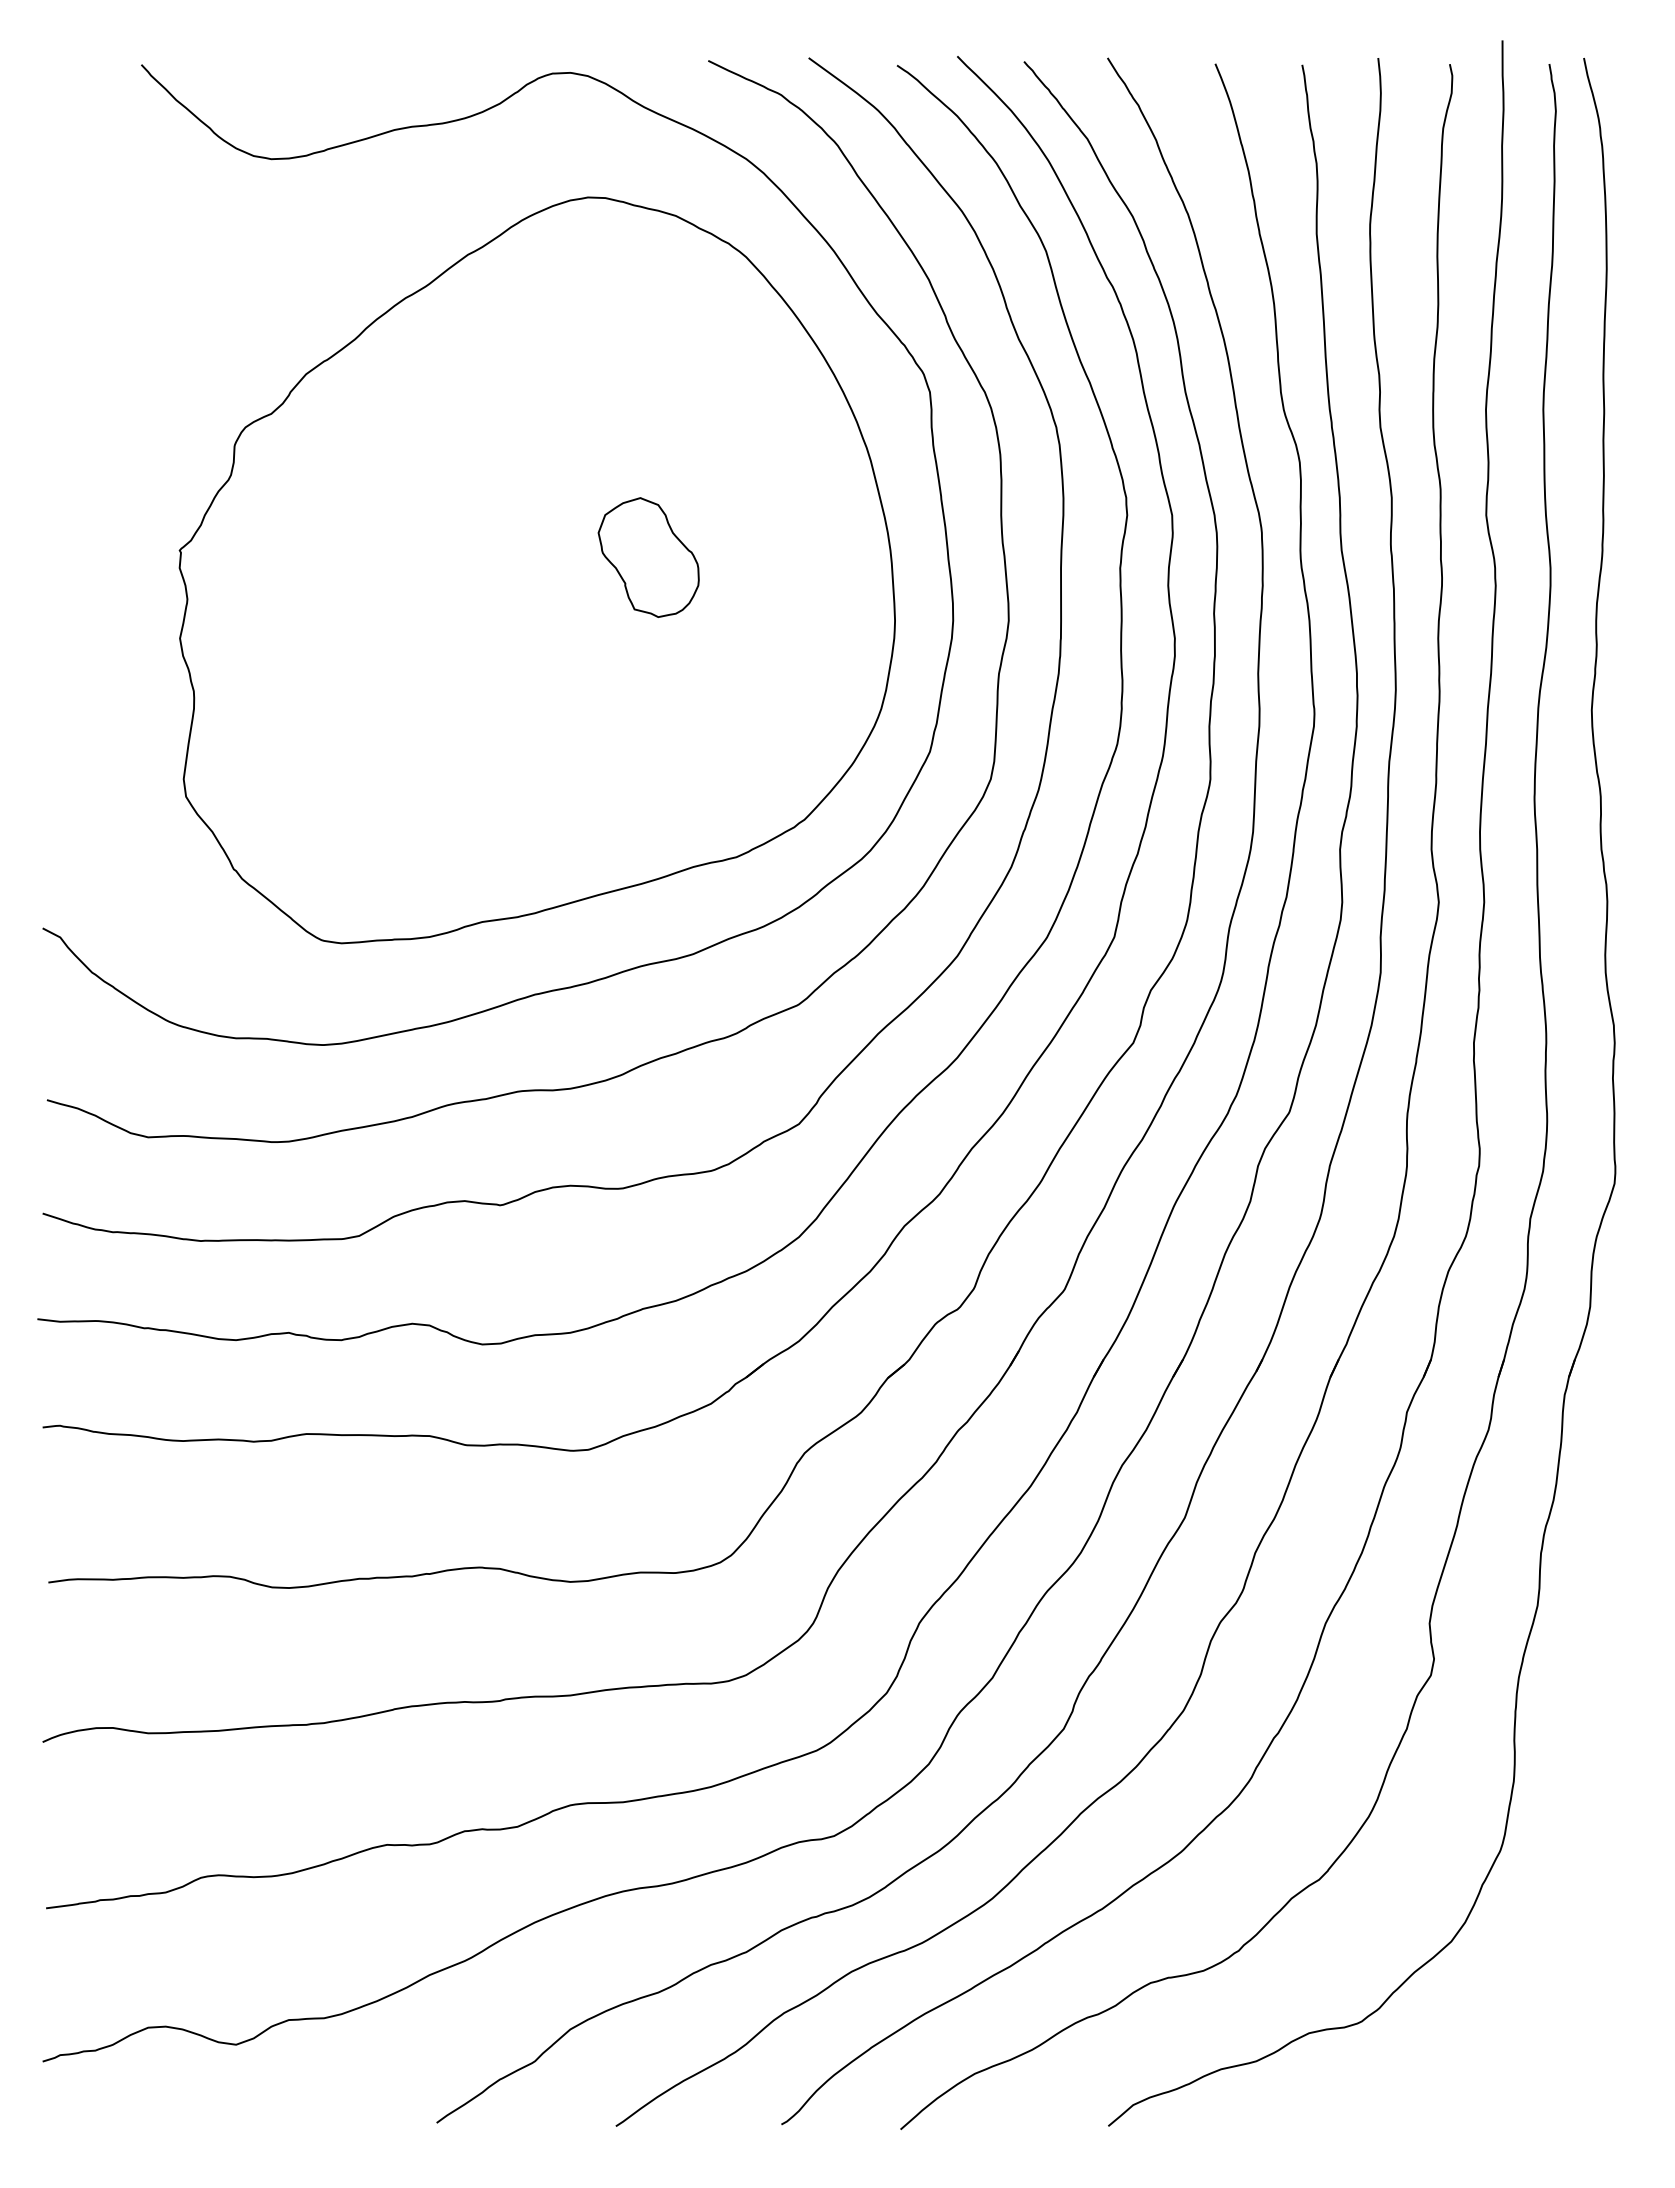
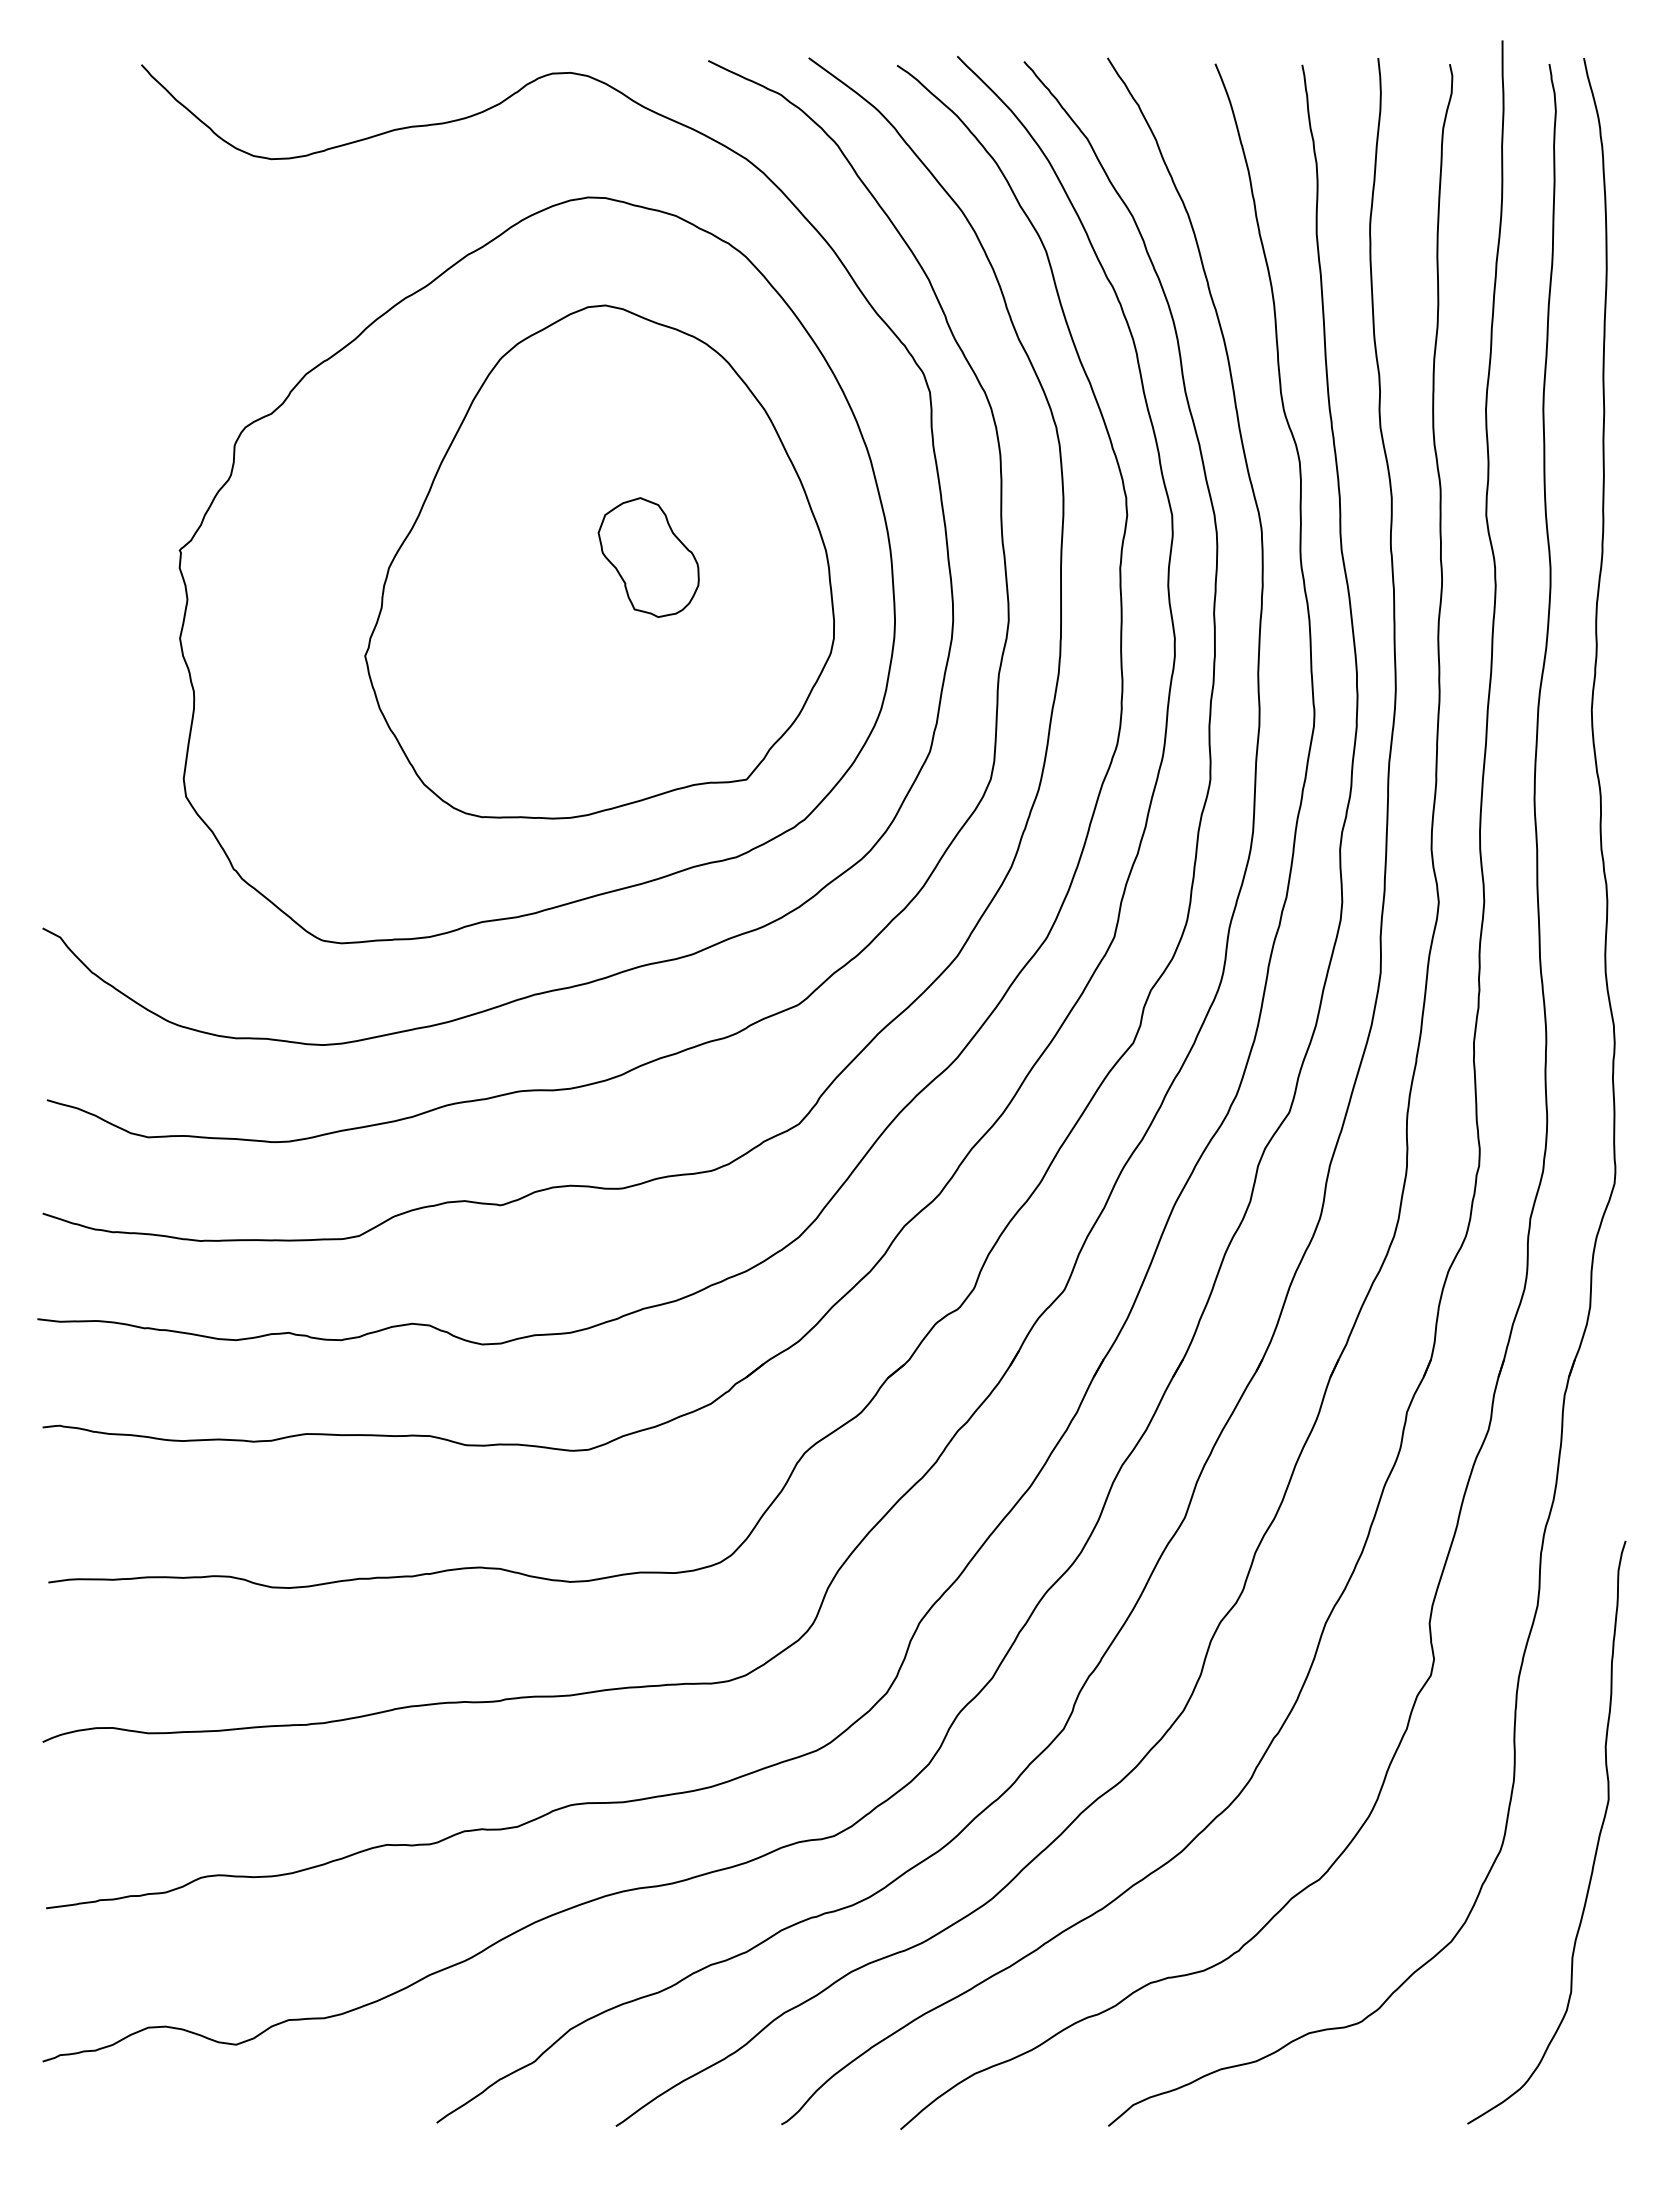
part at (599, 561): none -> present
curve at (1596, 1844): none -> present
